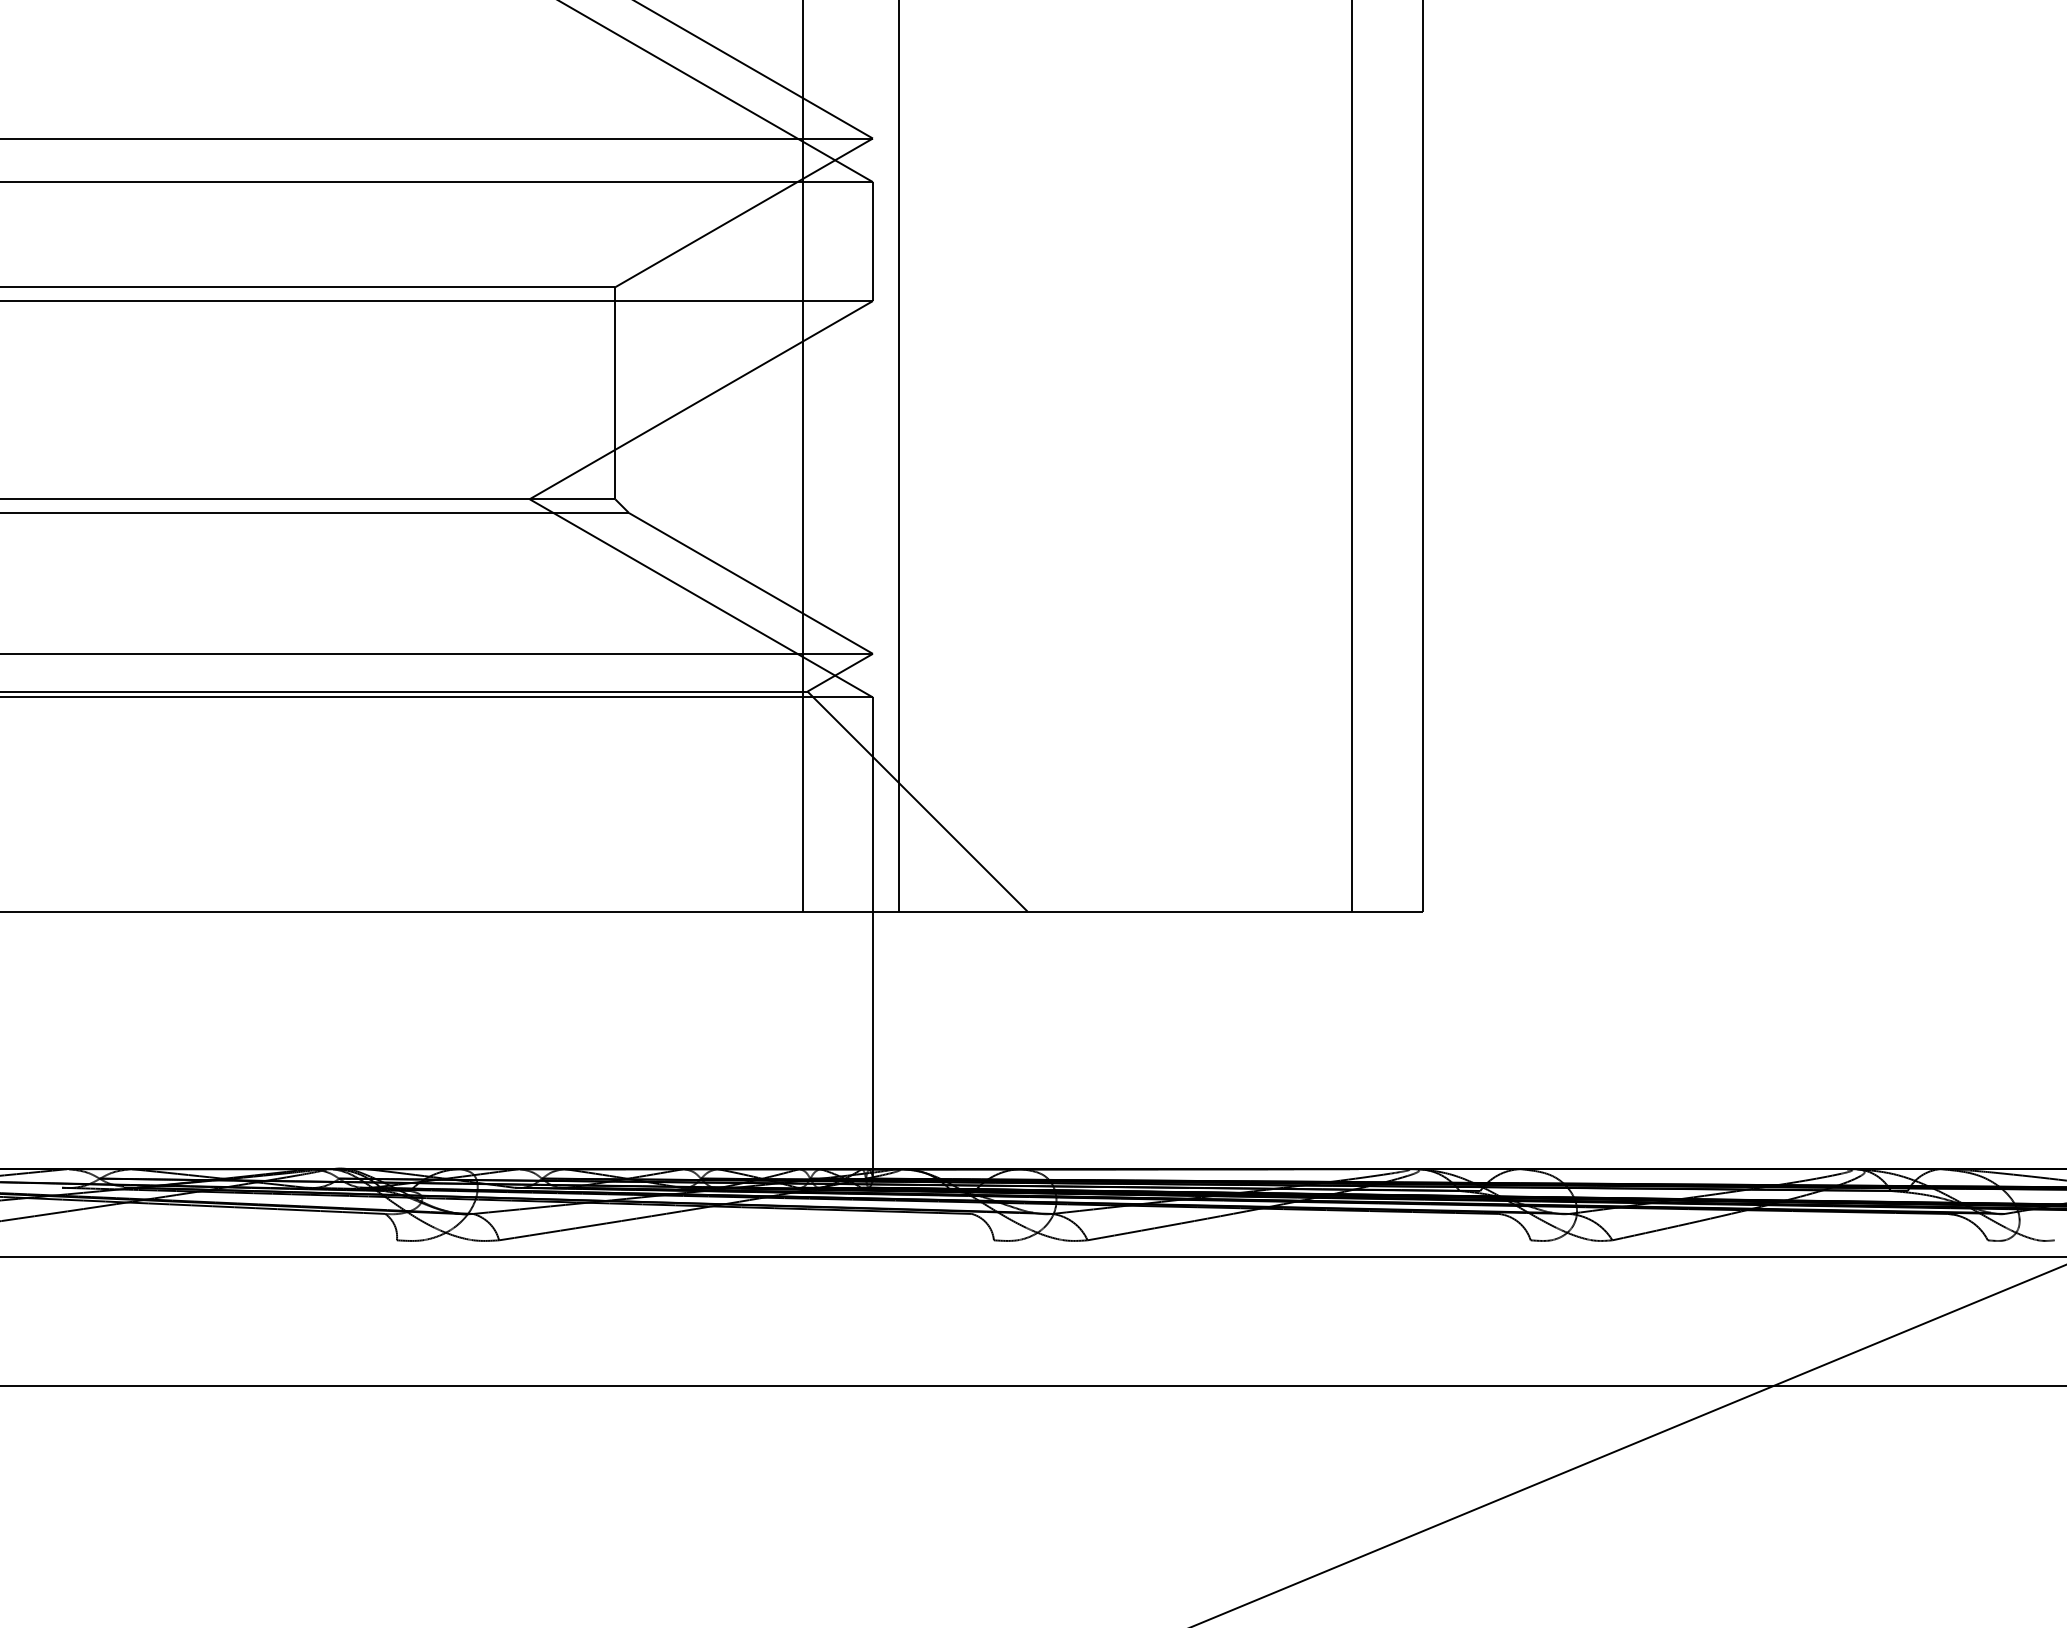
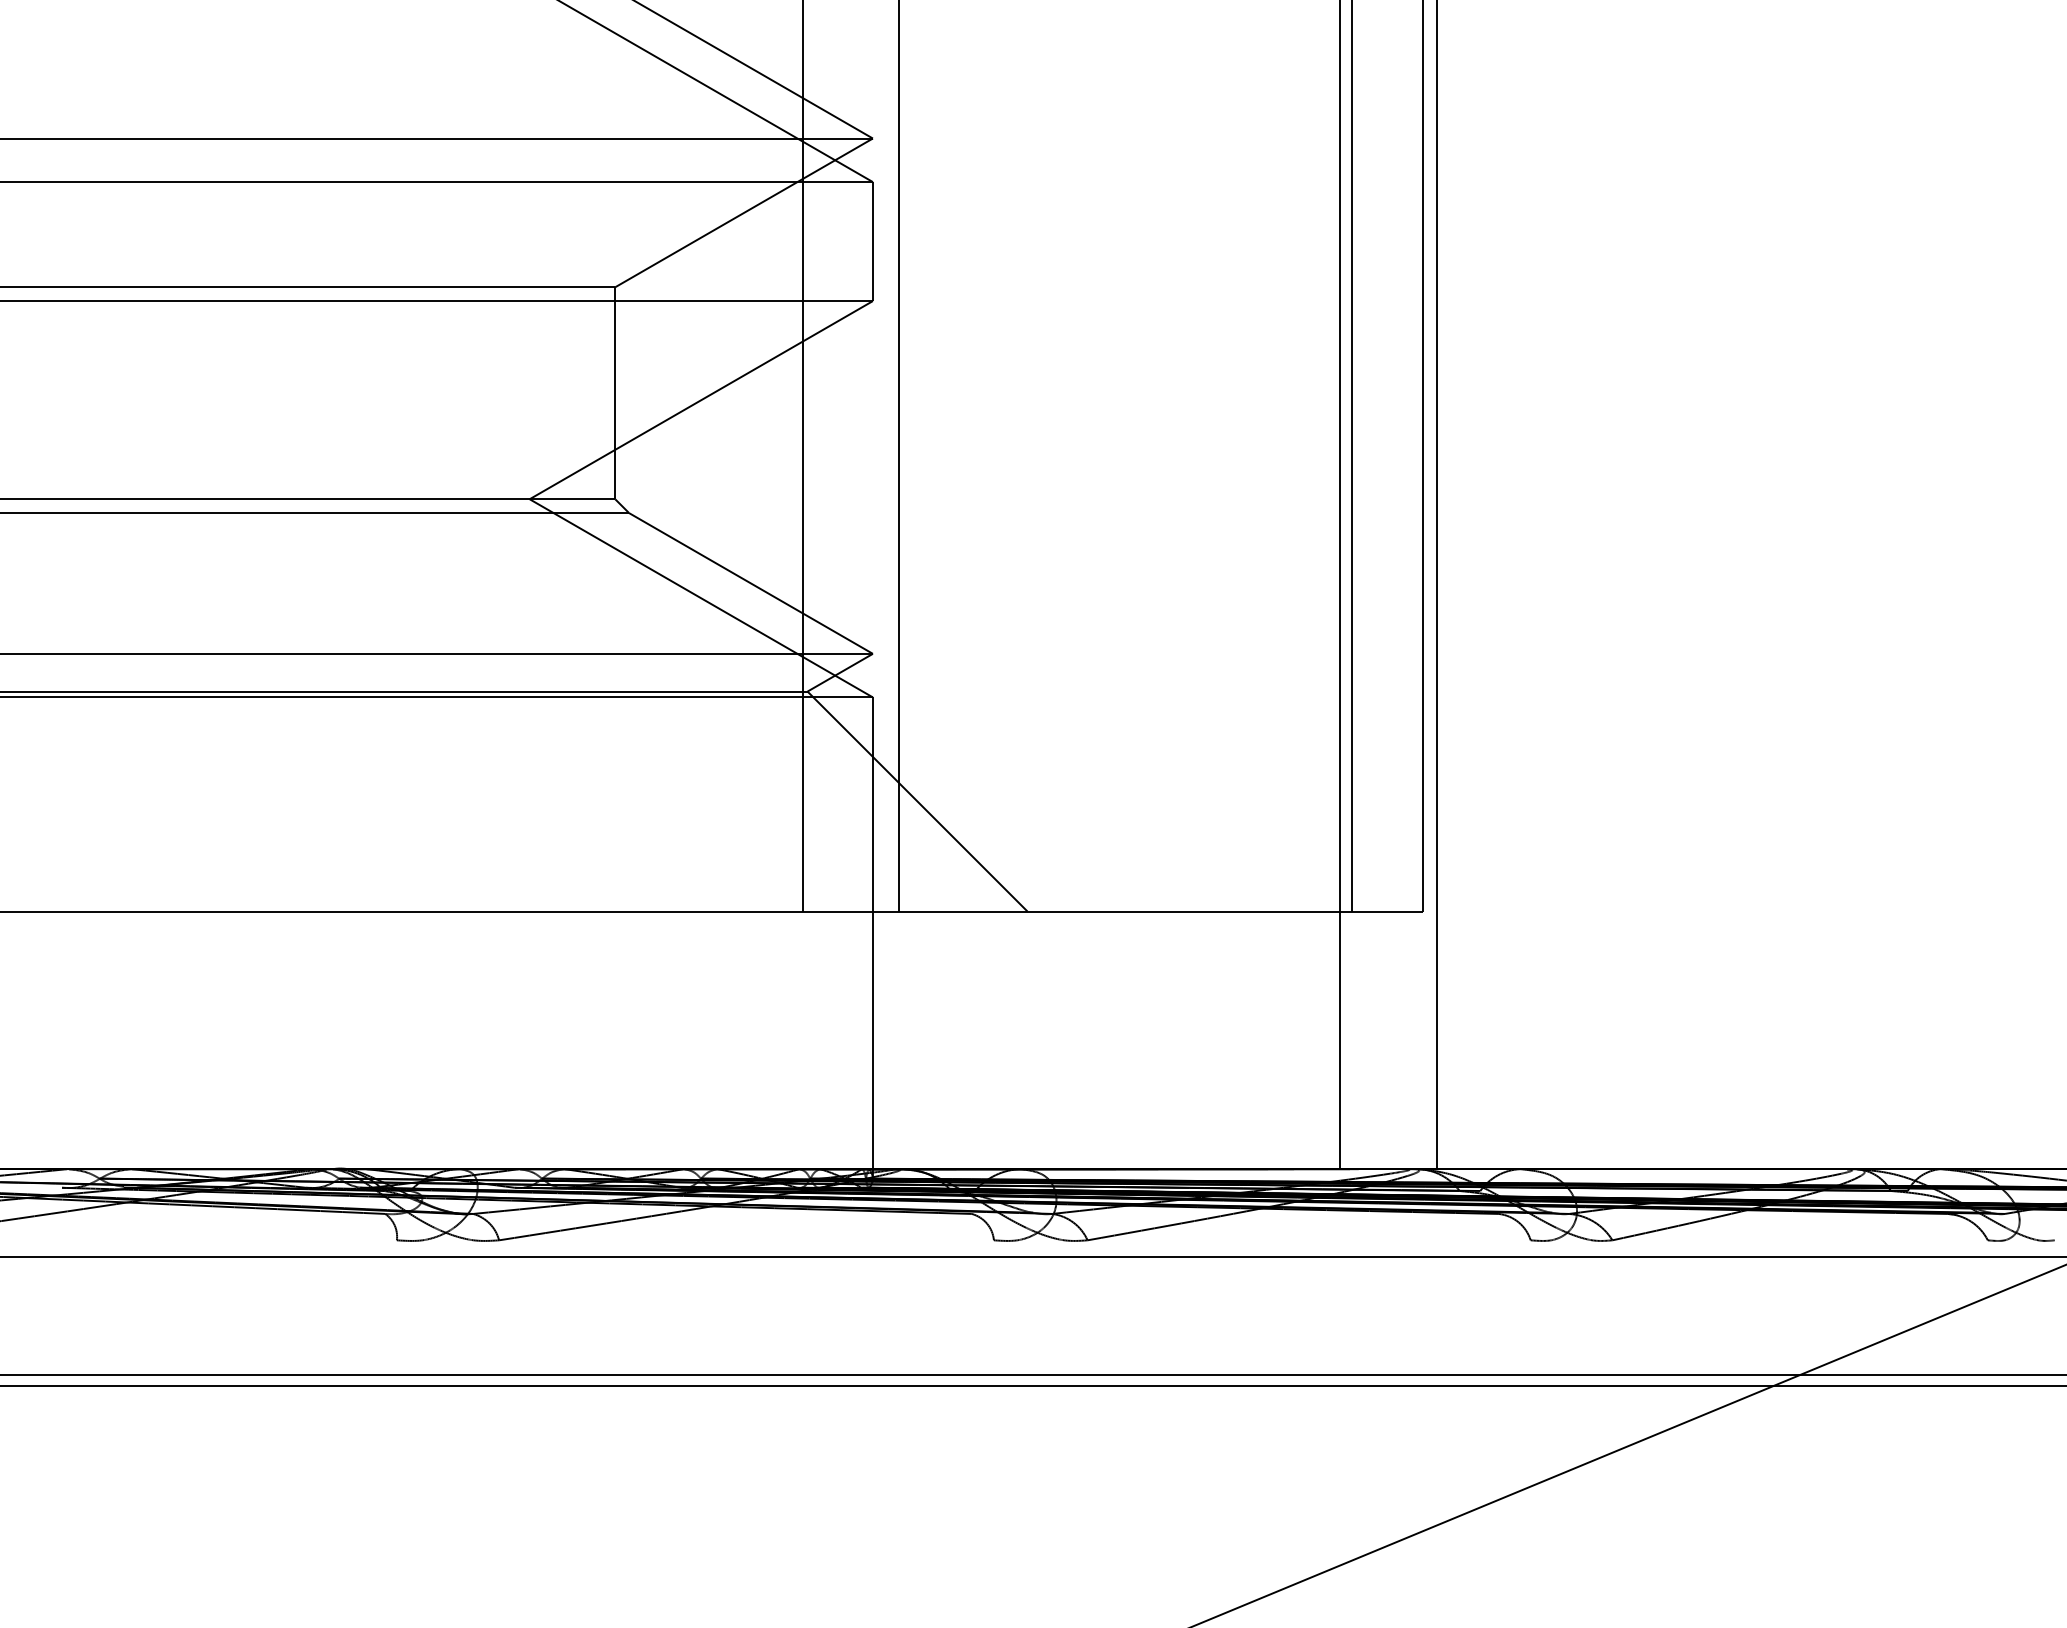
line at (1339, 585): none -> present
line at (1437, 585): none -> present
line at (1032, 1375): none -> present
